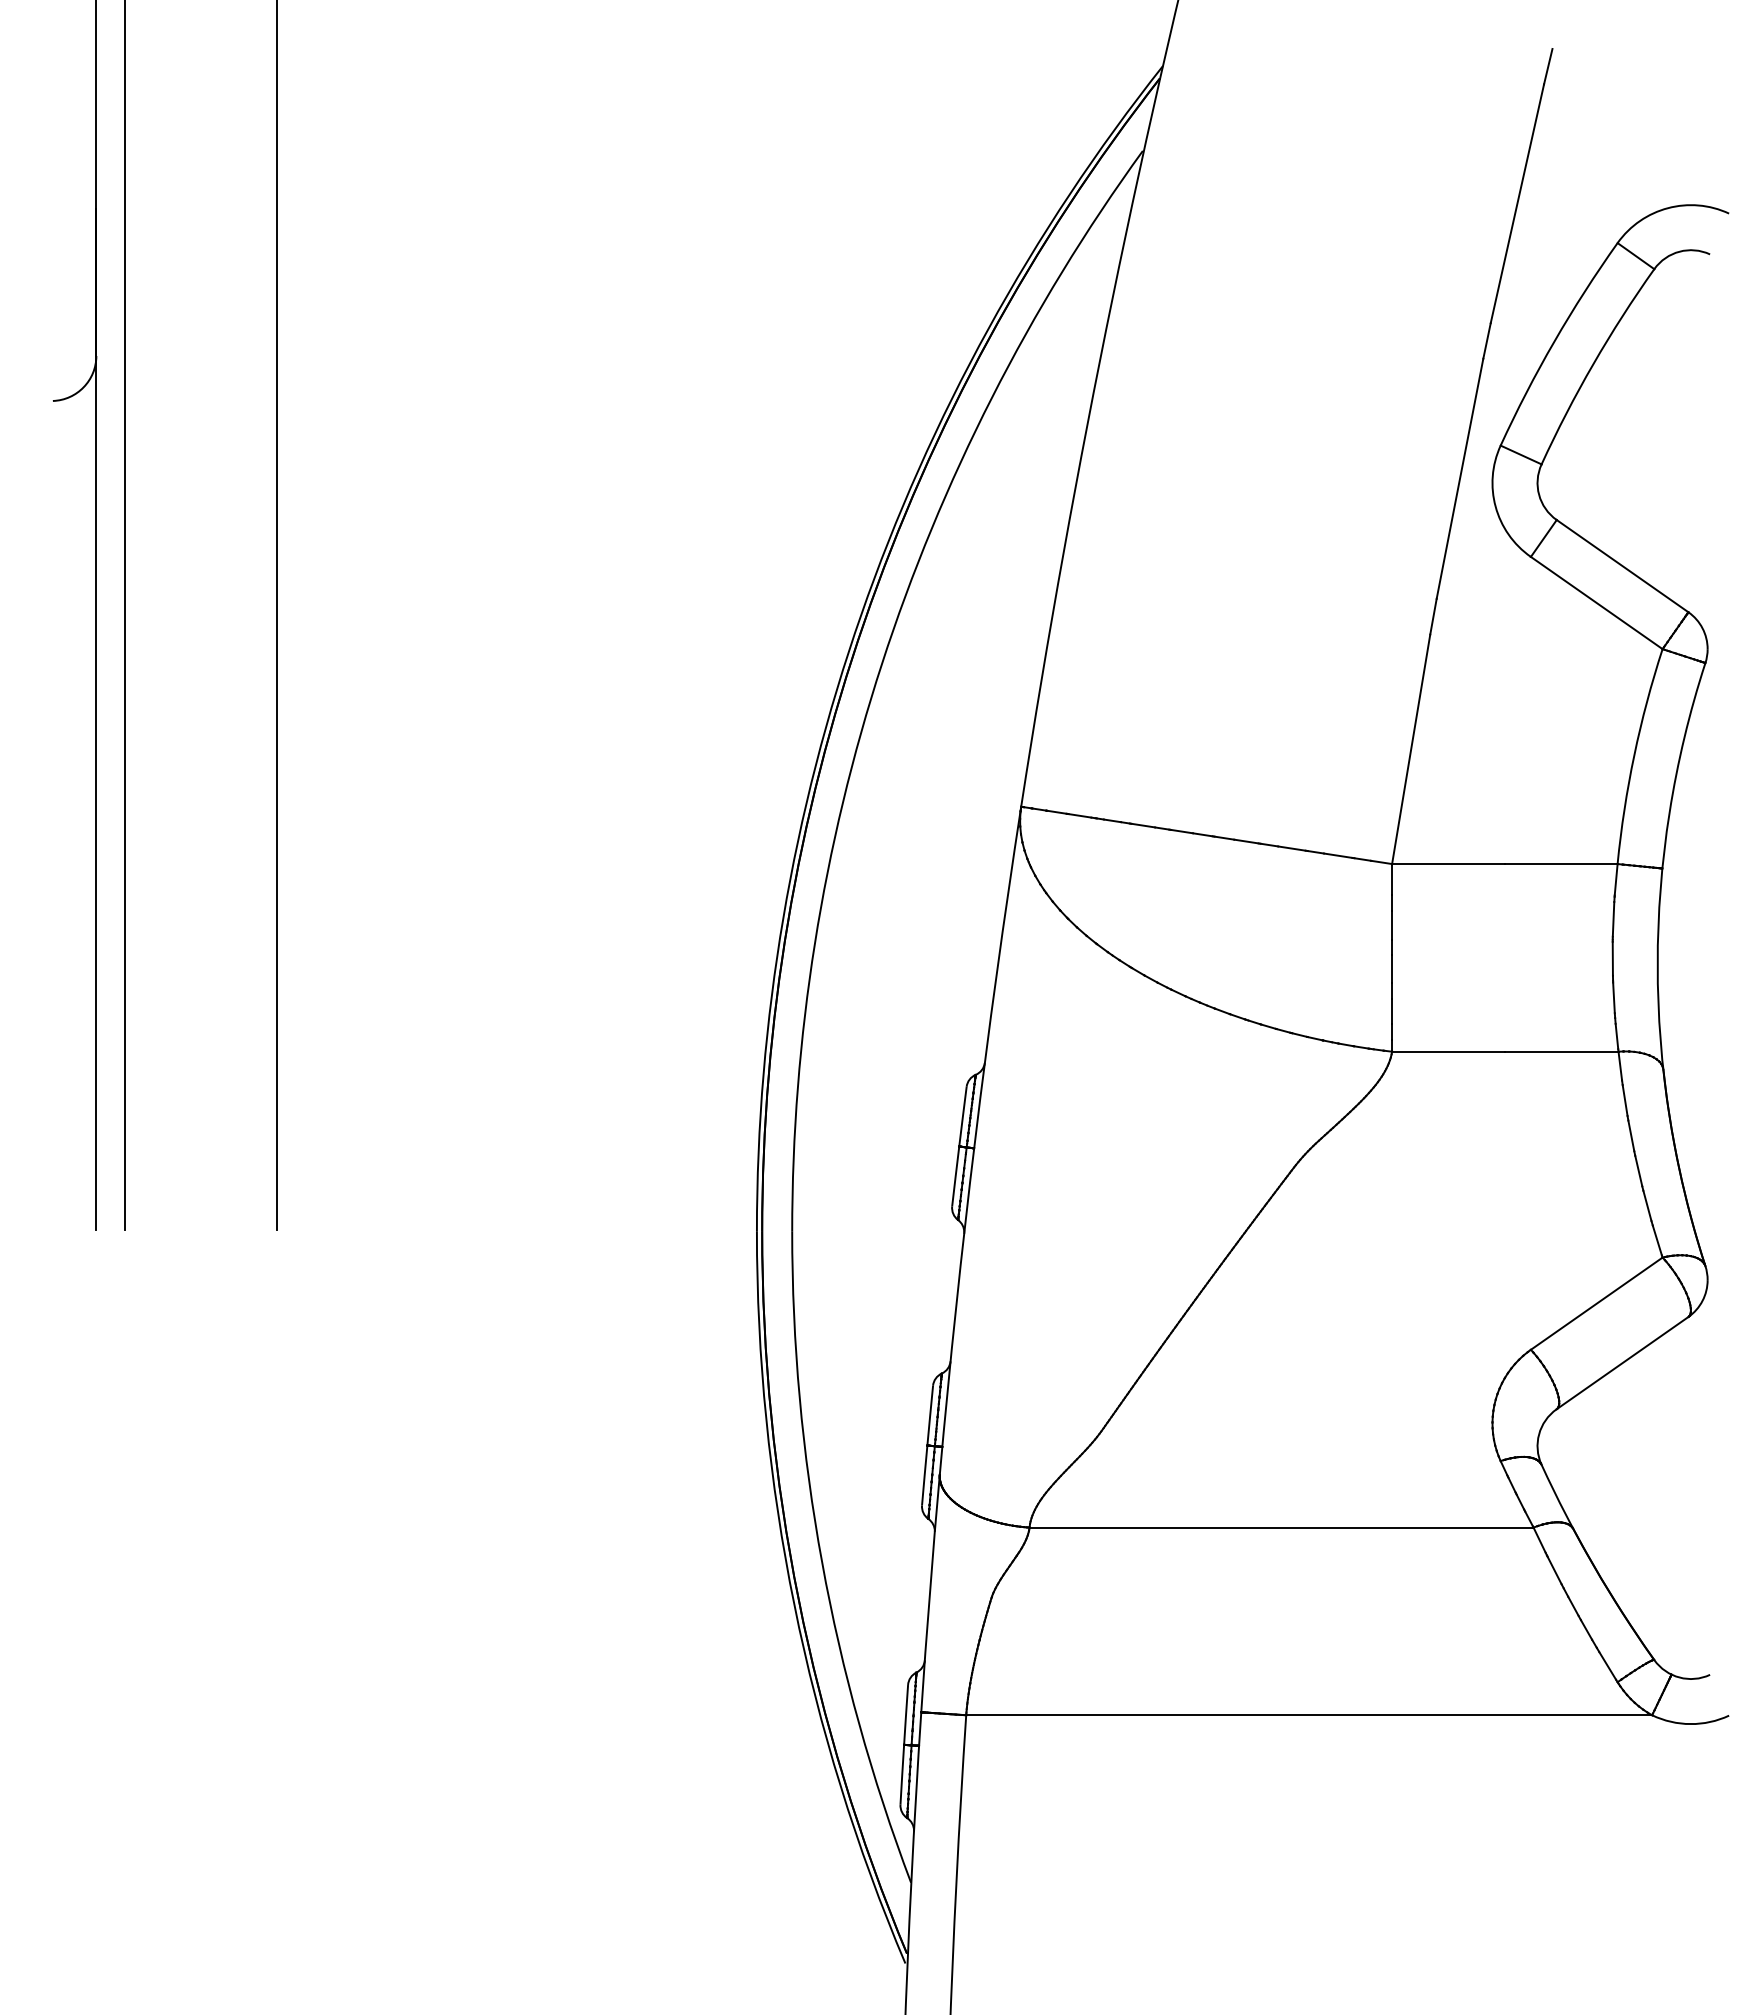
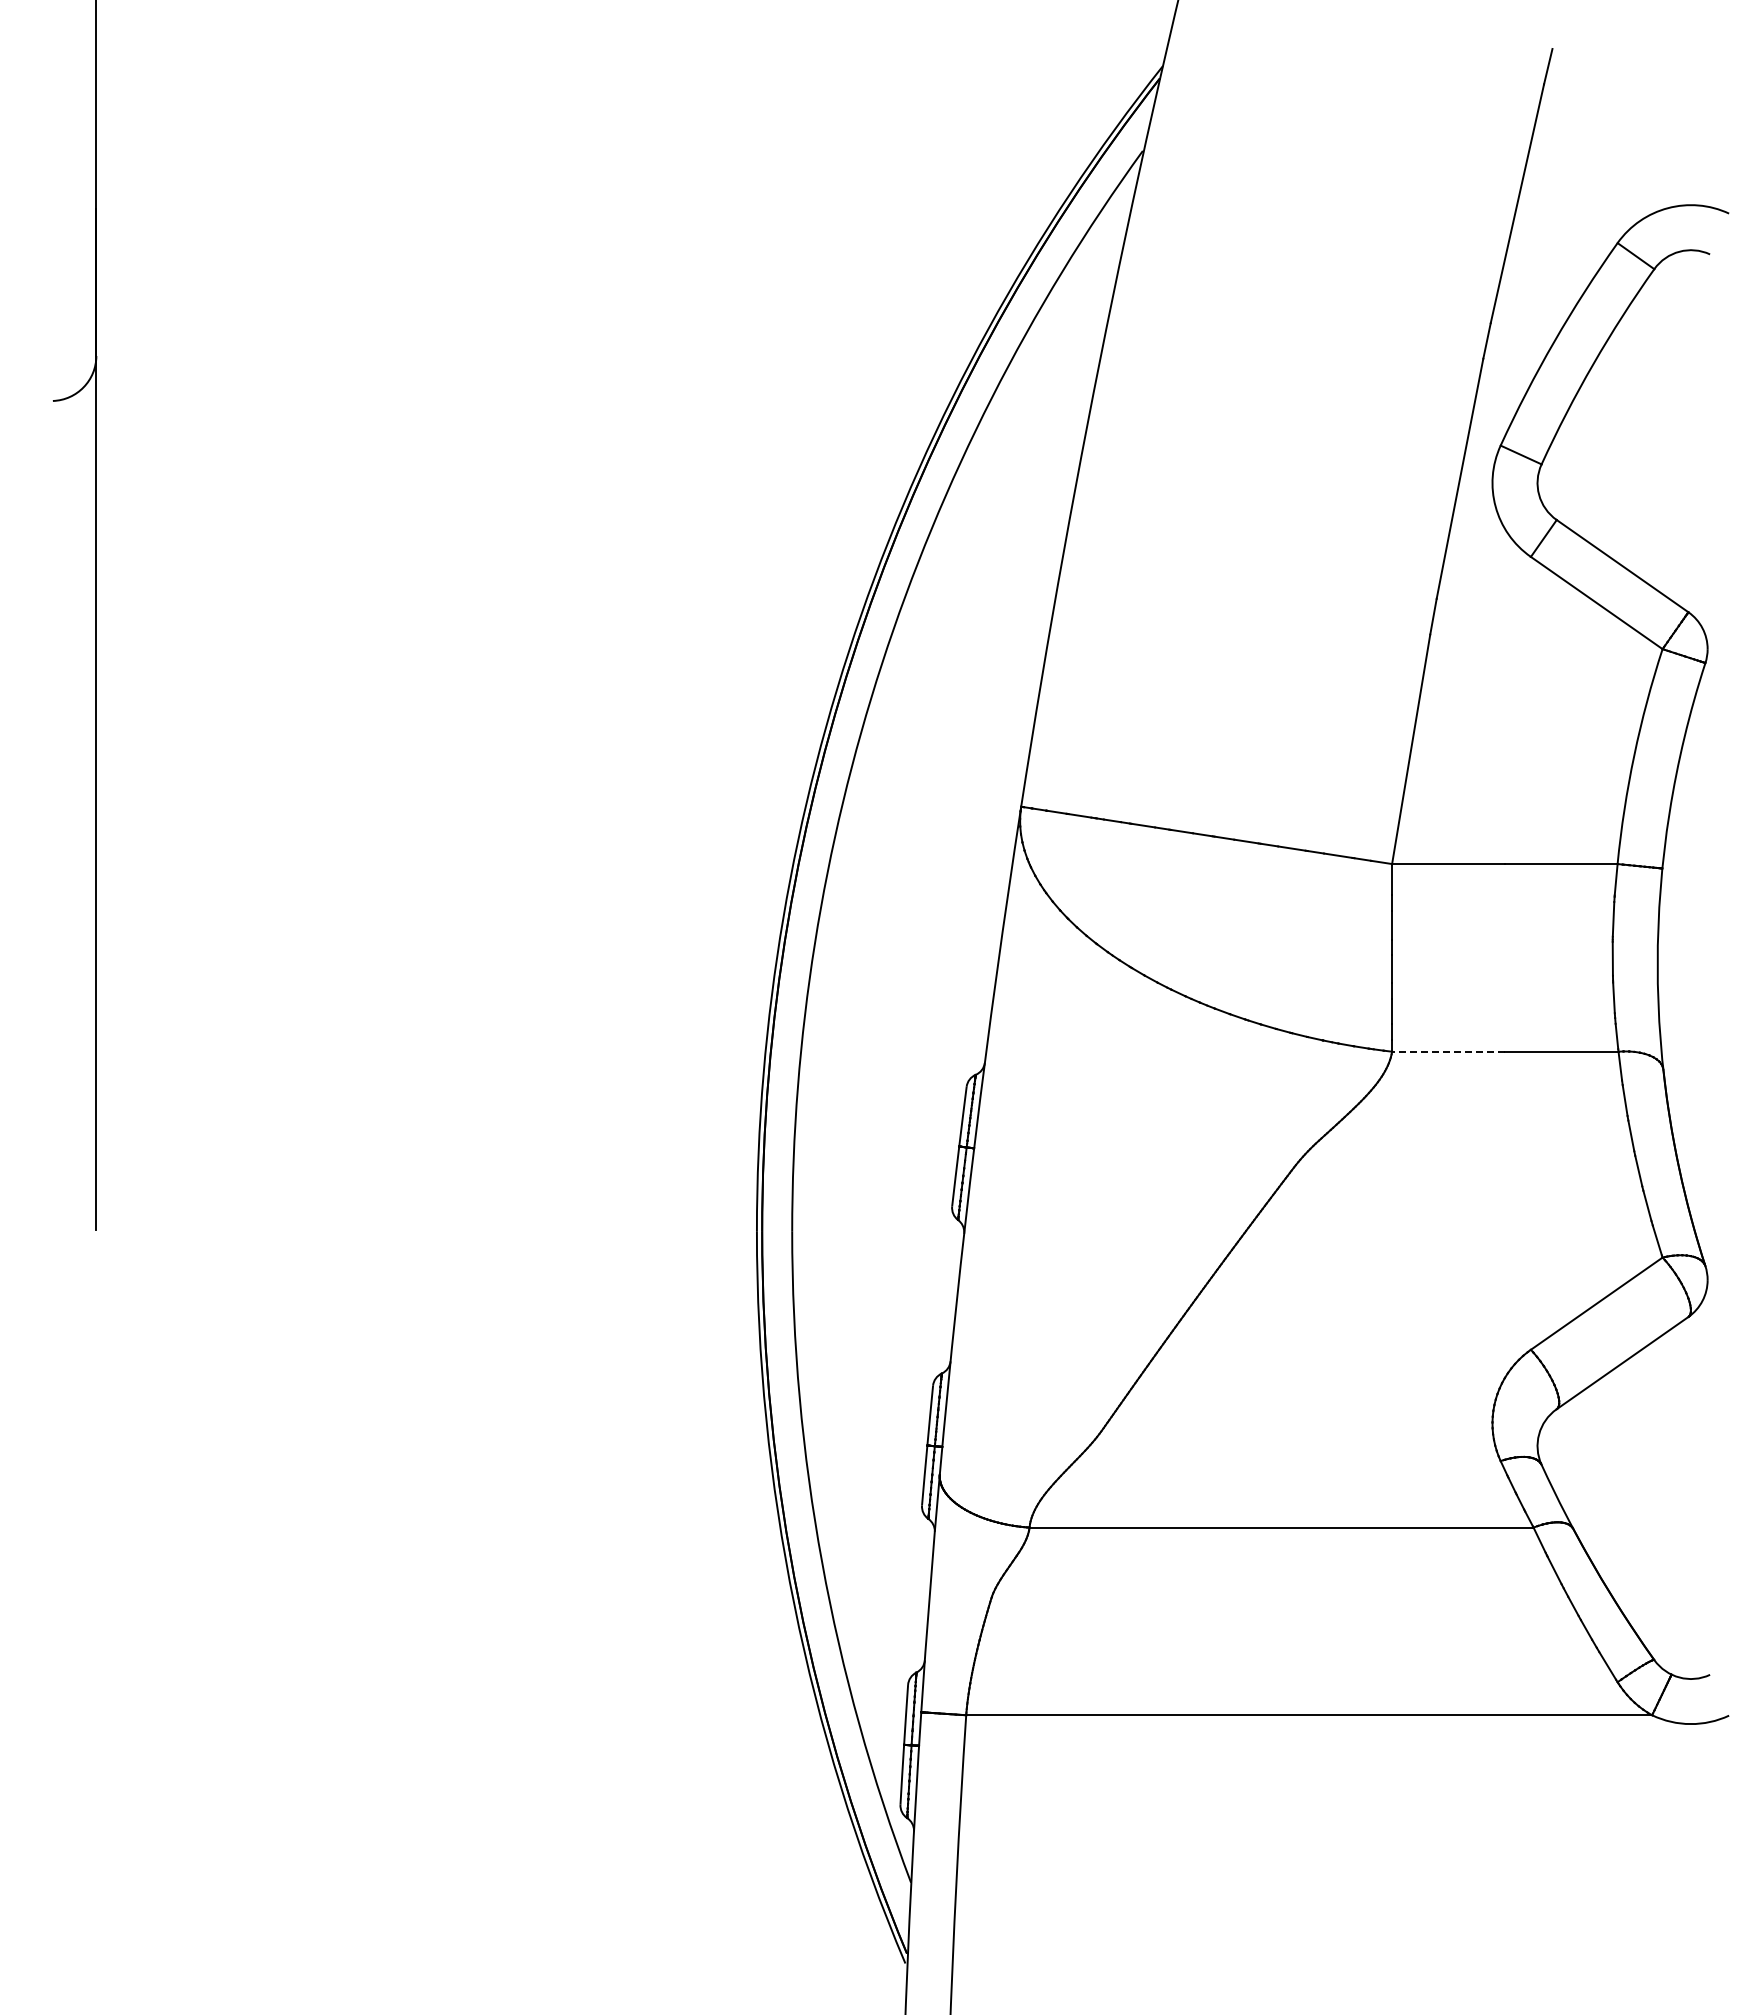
line at (125, 616): present -> none
line at (276, 616): present -> none
line at (1448, 1051): solid -> dashed
